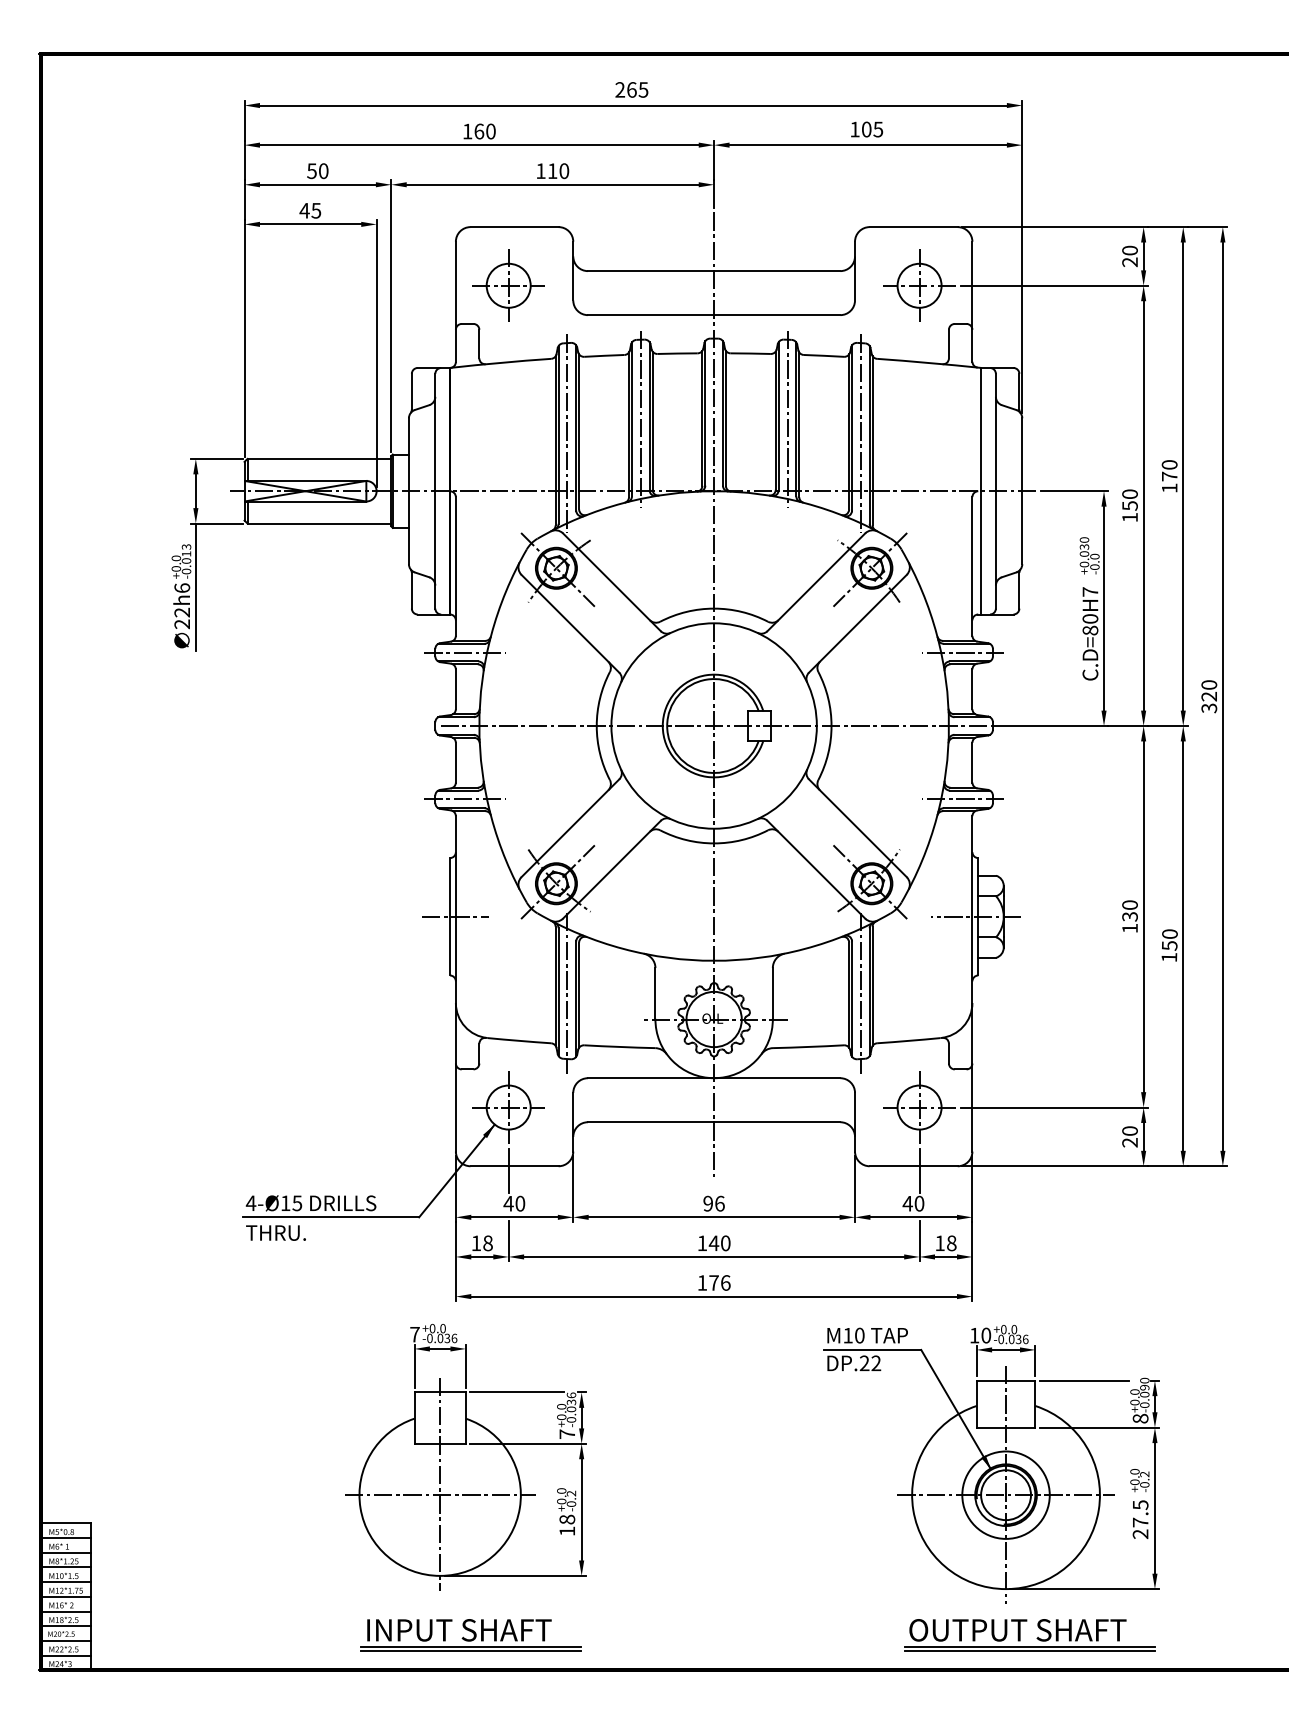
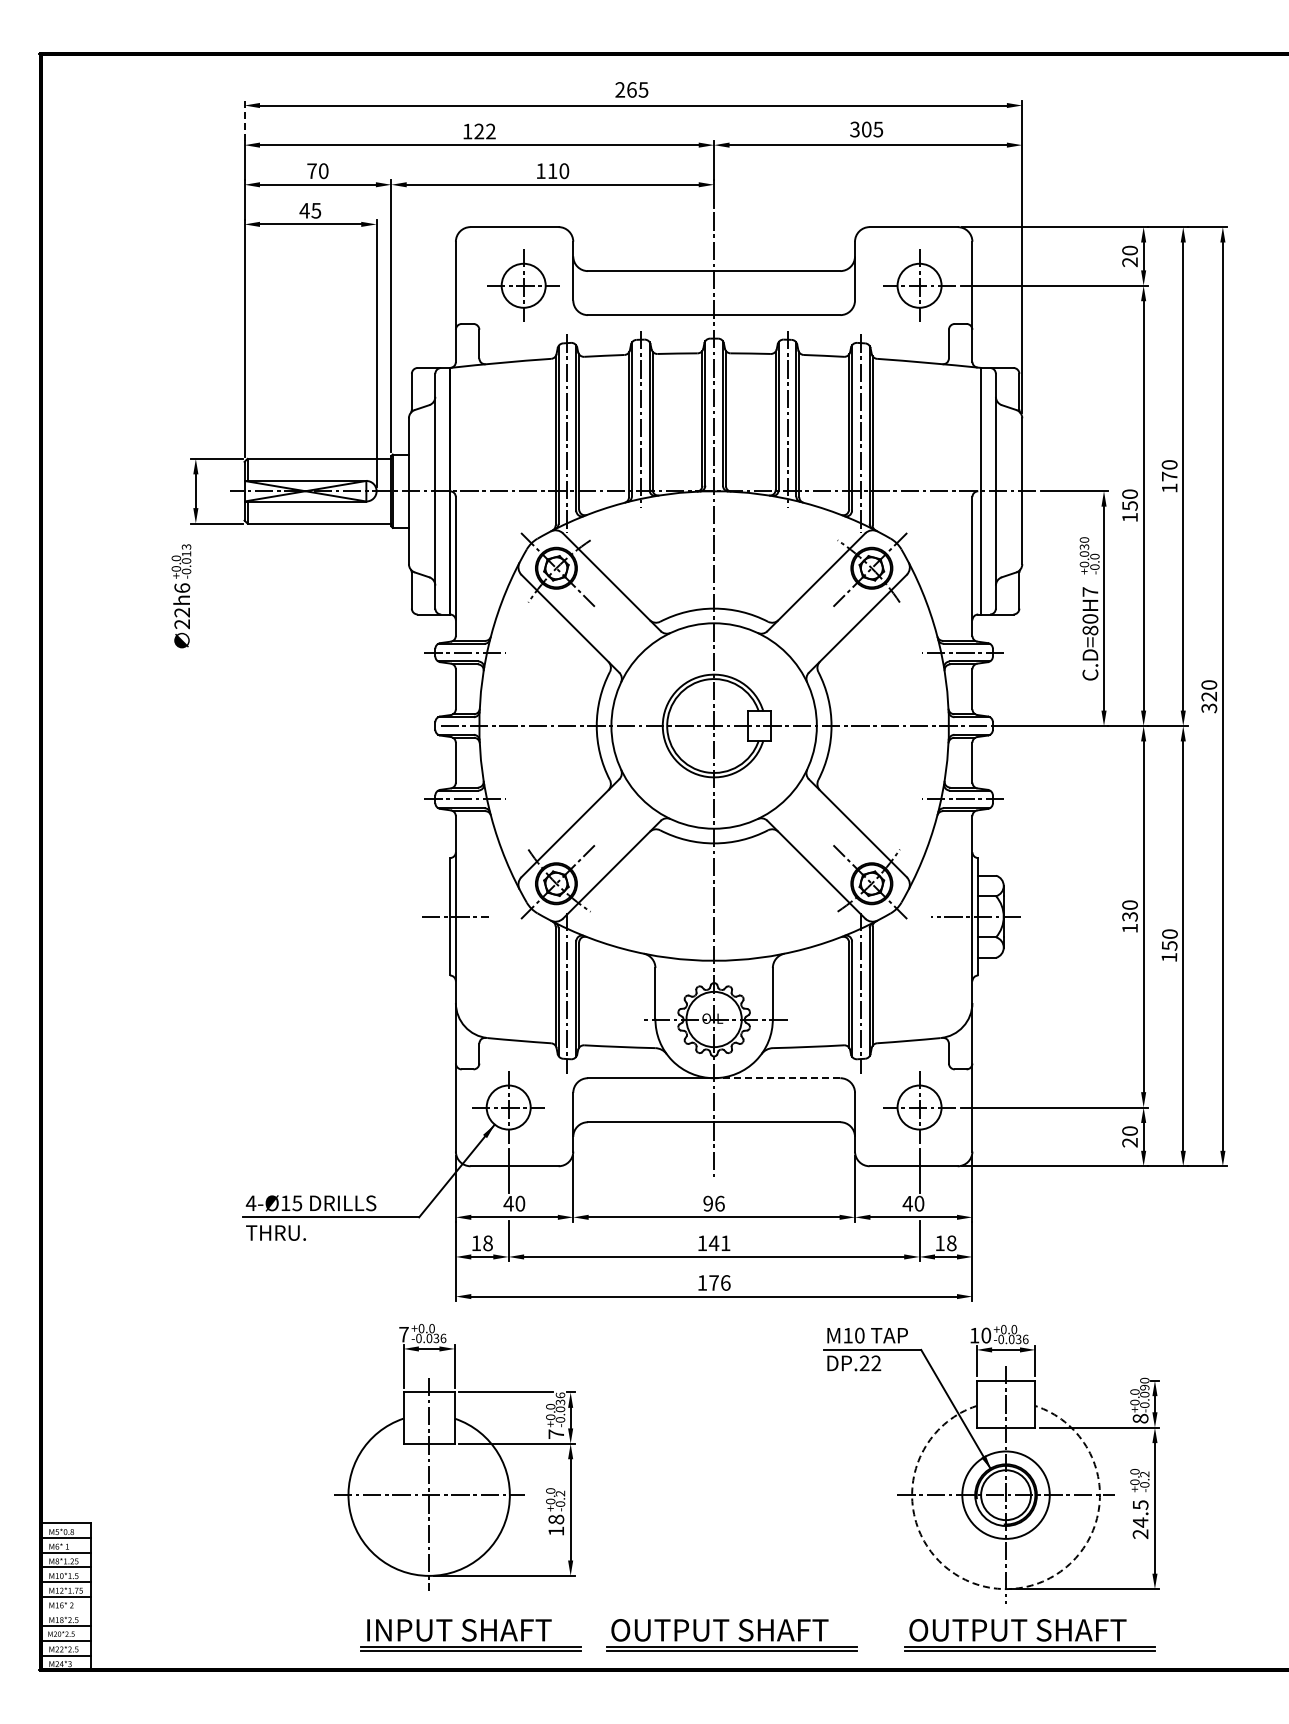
line at (244, 120): solid -> dashed
text at (854, 129): 105 -> 305
text at (484, 131): 160 -> 122
text at (311, 171): 50 -> 70
part at (508, 285) position: (508, 285) -> (523, 285)
line at (195, 587): present -> none
line at (776, 1078): solid -> dashed
text at (725, 1243): 140 -> 141
line at (1084, 1380): present -> none
part at (465, 1457) position: (465, 1457) -> (454, 1457)
text at (1140, 1522): 27.5 -> 24.5
arc at (1006, 1589): solid -> dashed
line at (65, 1611): present -> none
part at (738, 1638): none -> present
